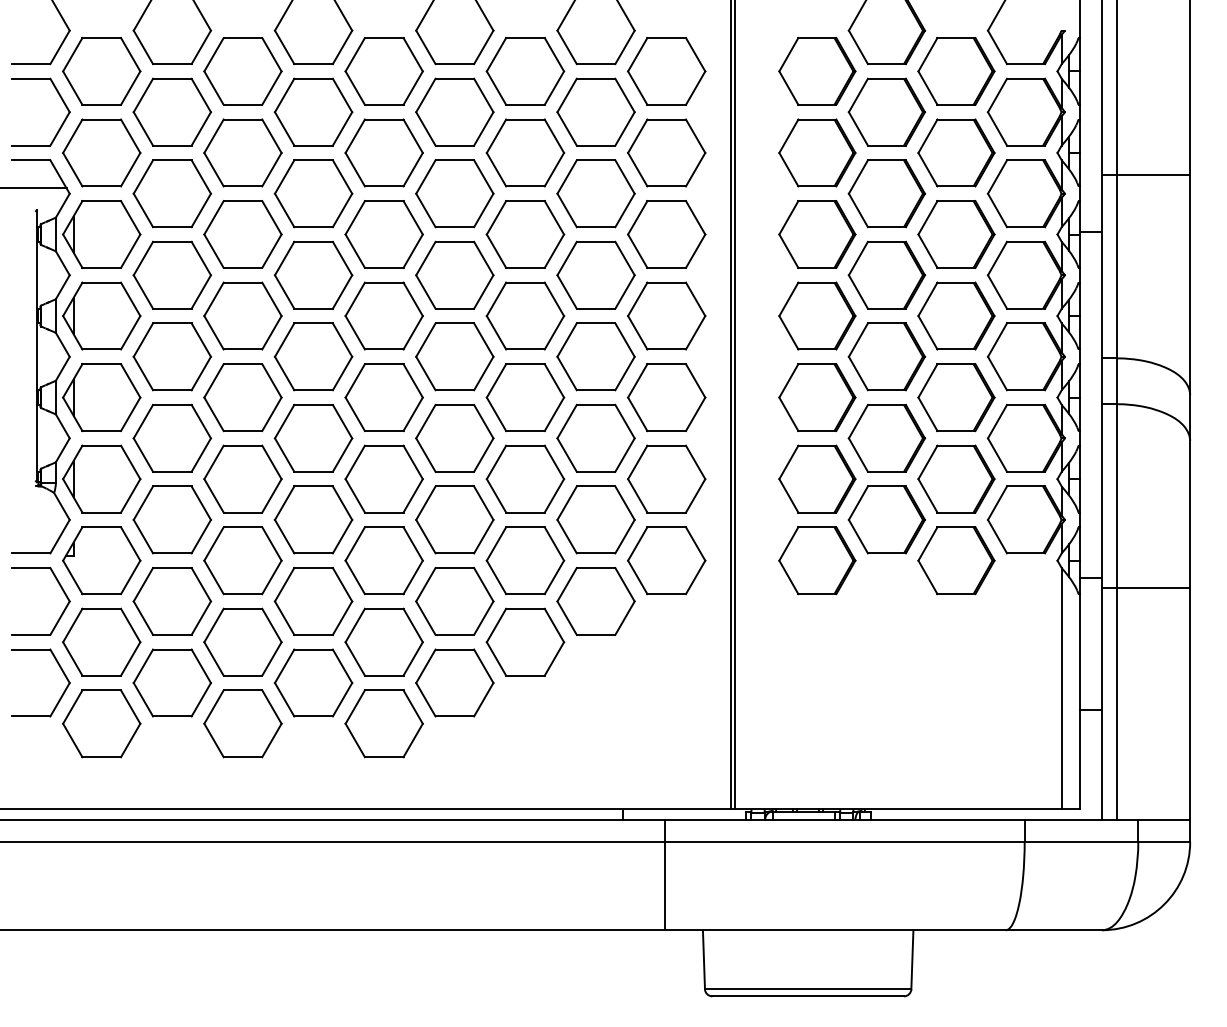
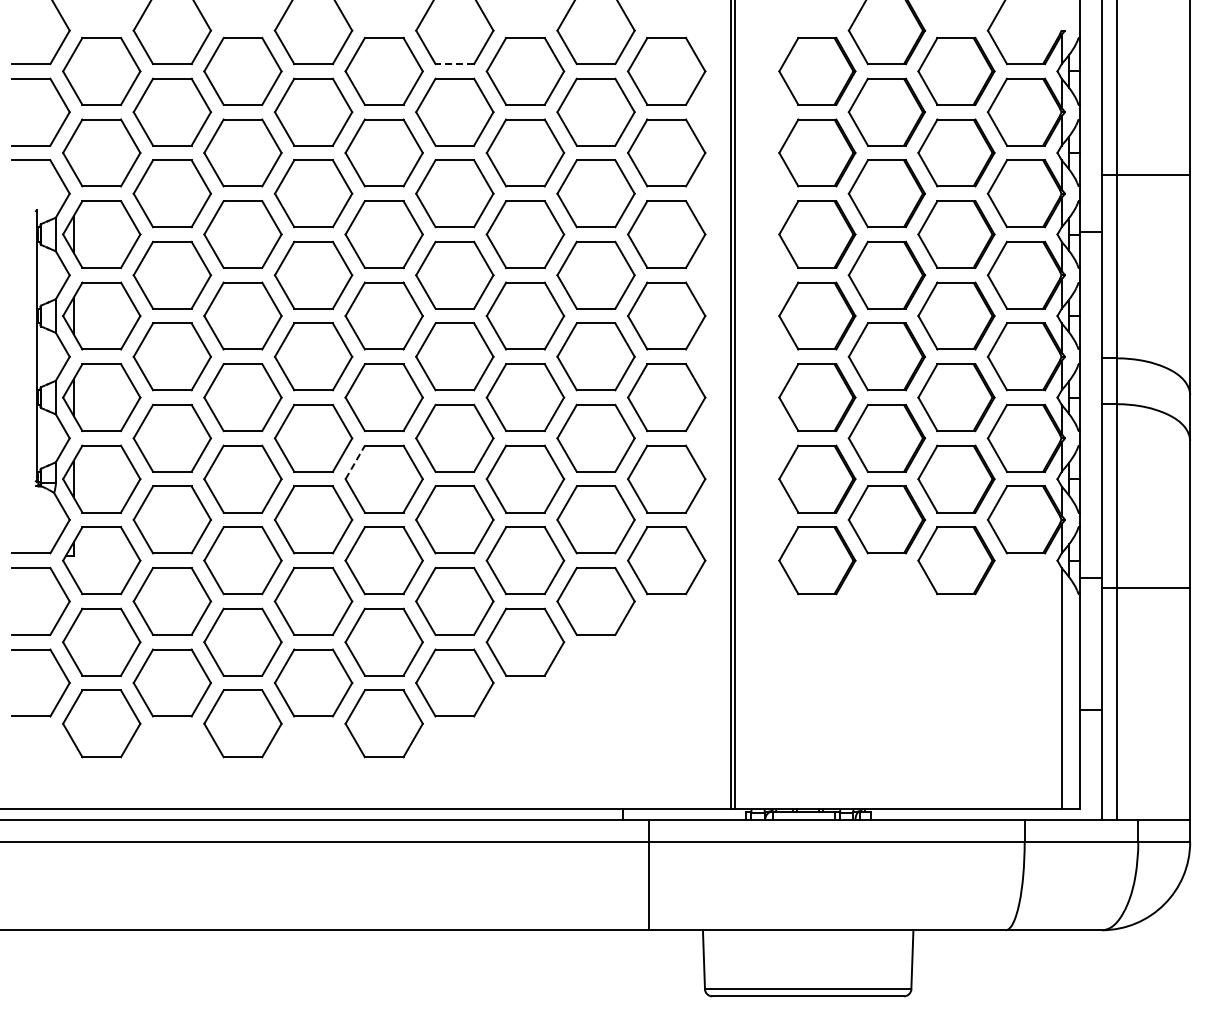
line at (454, 64): solid -> dashed
line at (34, 188): present -> none
line at (355, 462): solid -> dashed
line at (664, 875) position: (664, 875) -> (648, 875)
